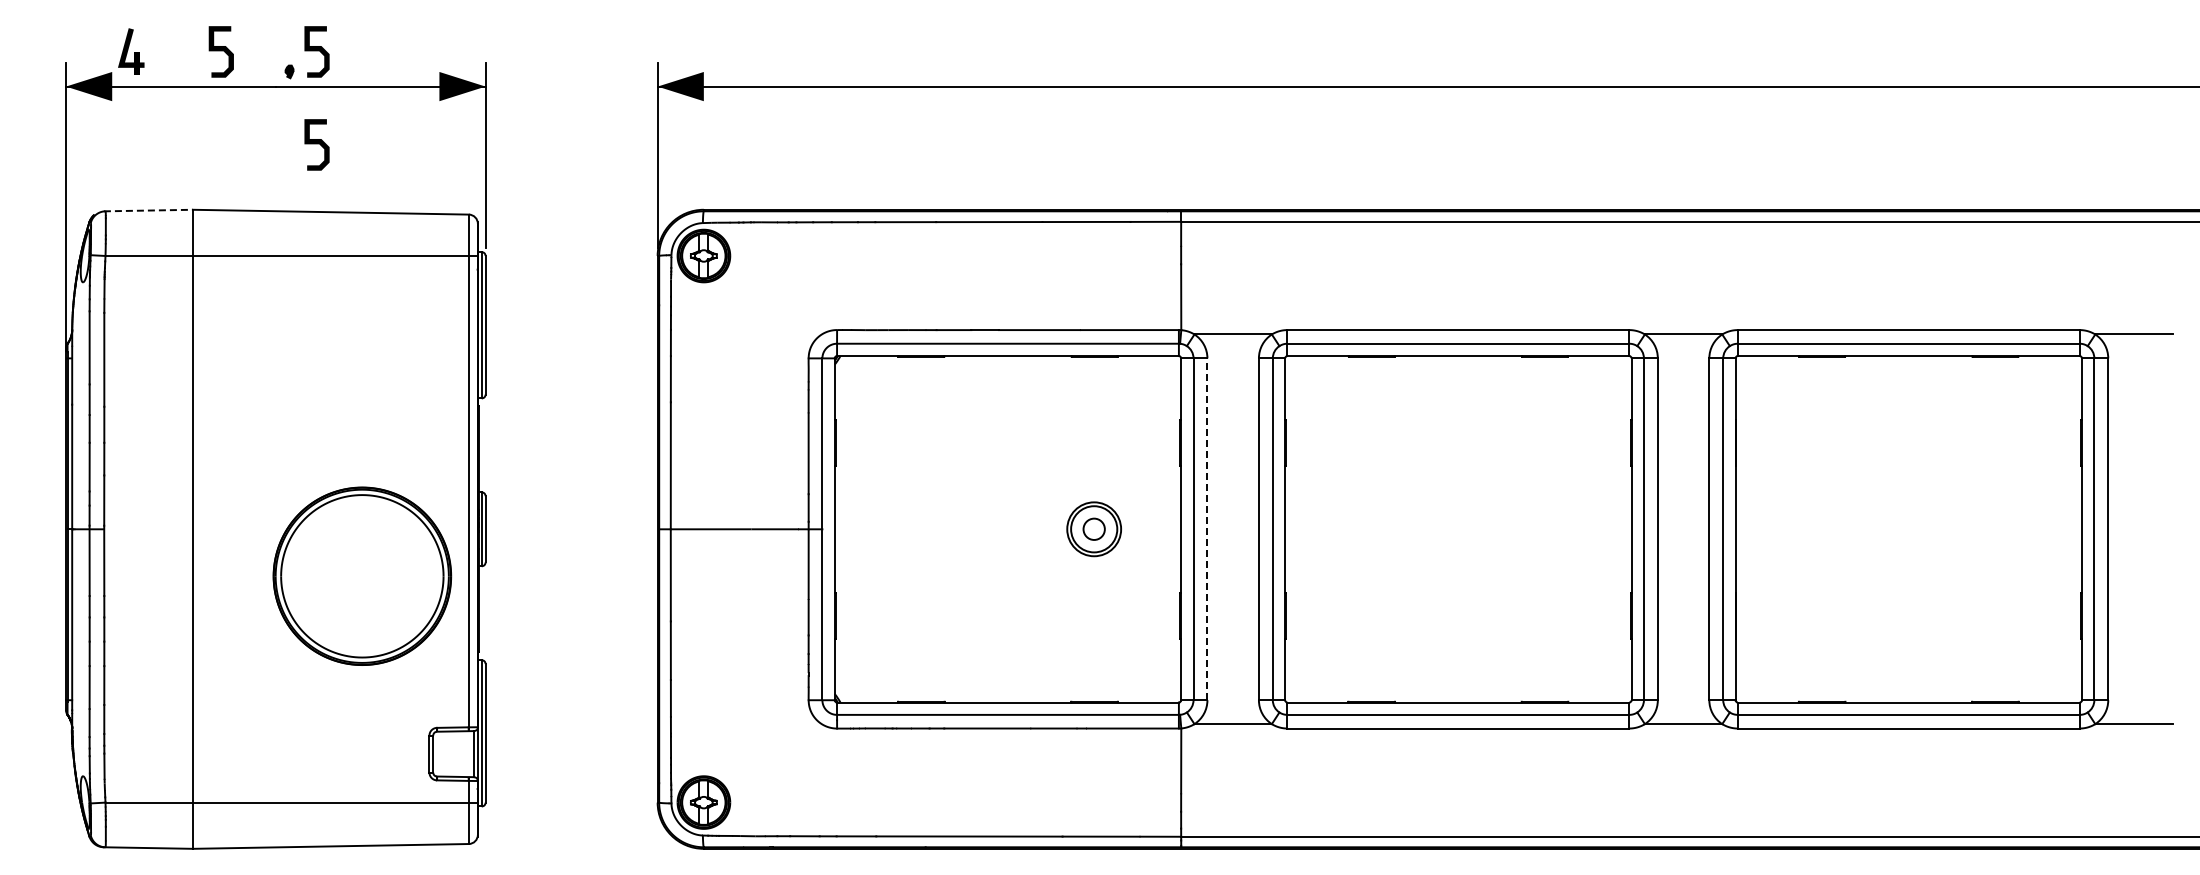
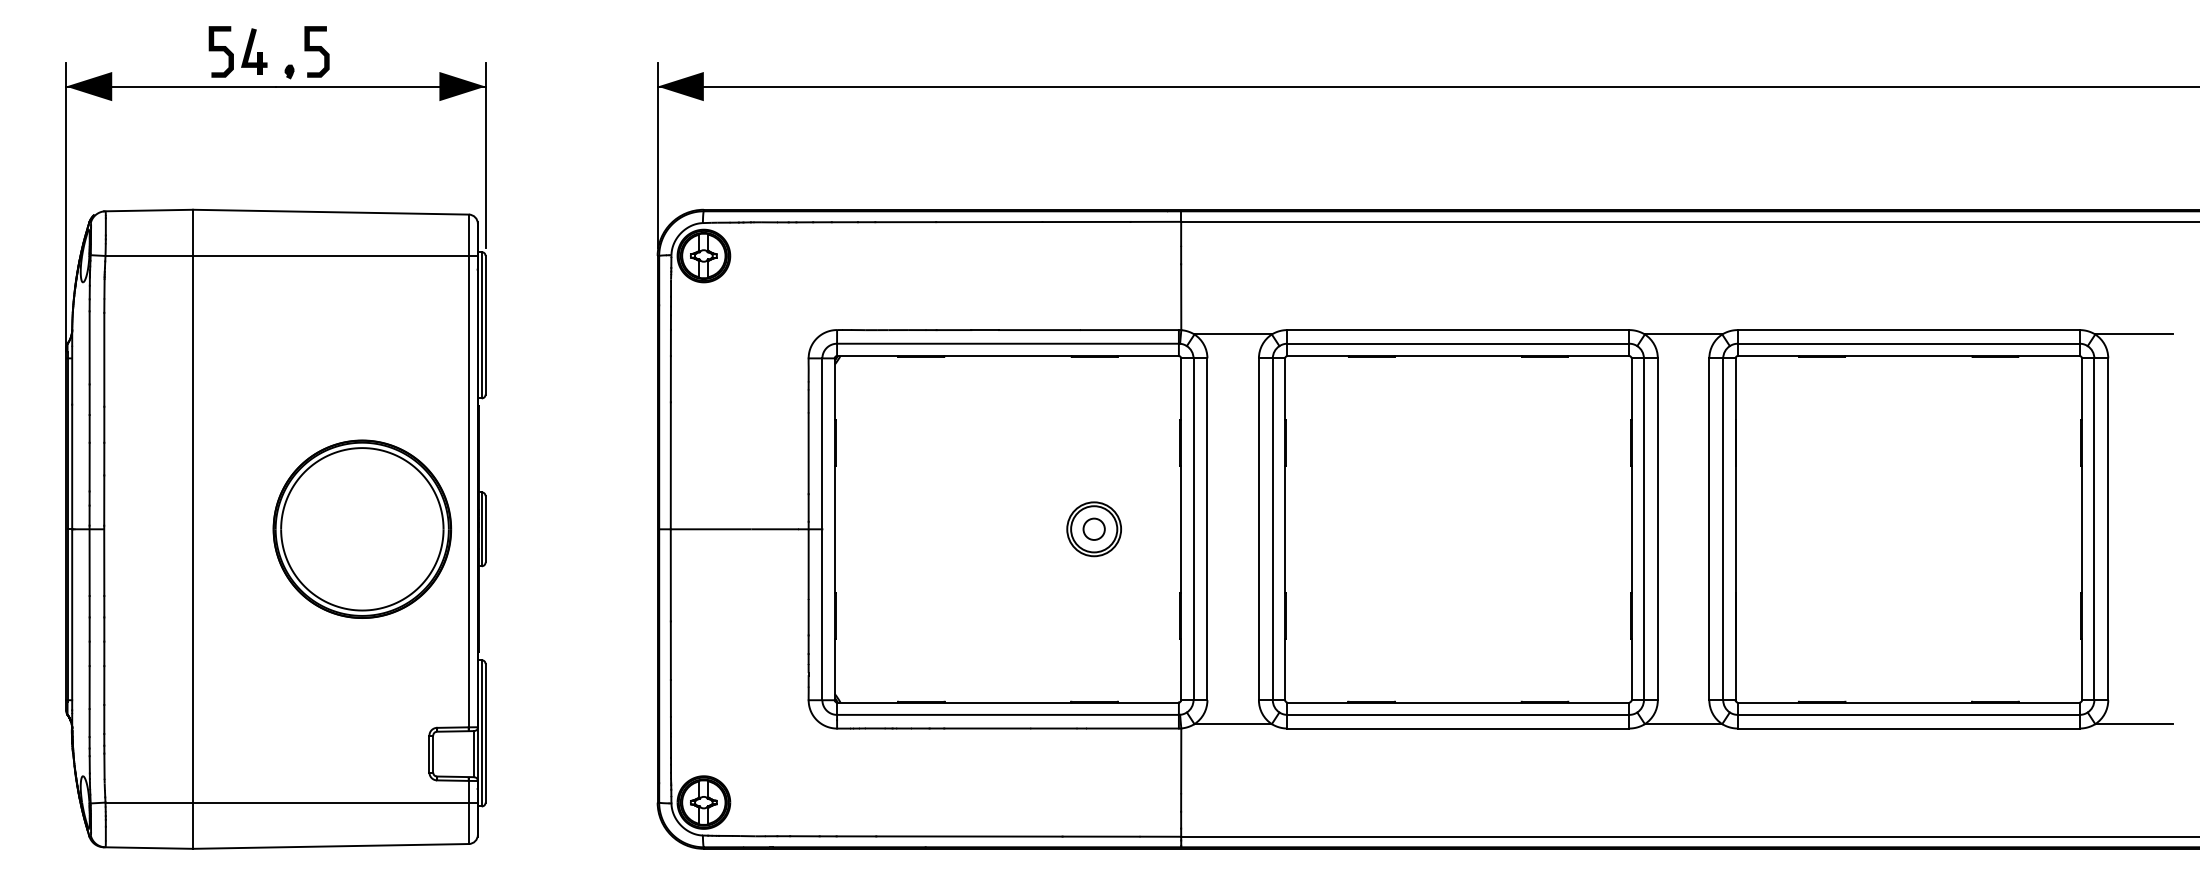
part at (131, 51) position: (131, 51) -> (254, 51)
curve at (316, 144): present -> none
line at (148, 210): dashed -> solid
line at (1207, 529): dashed -> solid
part at (362, 575) position: (362, 575) -> (362, 528)
